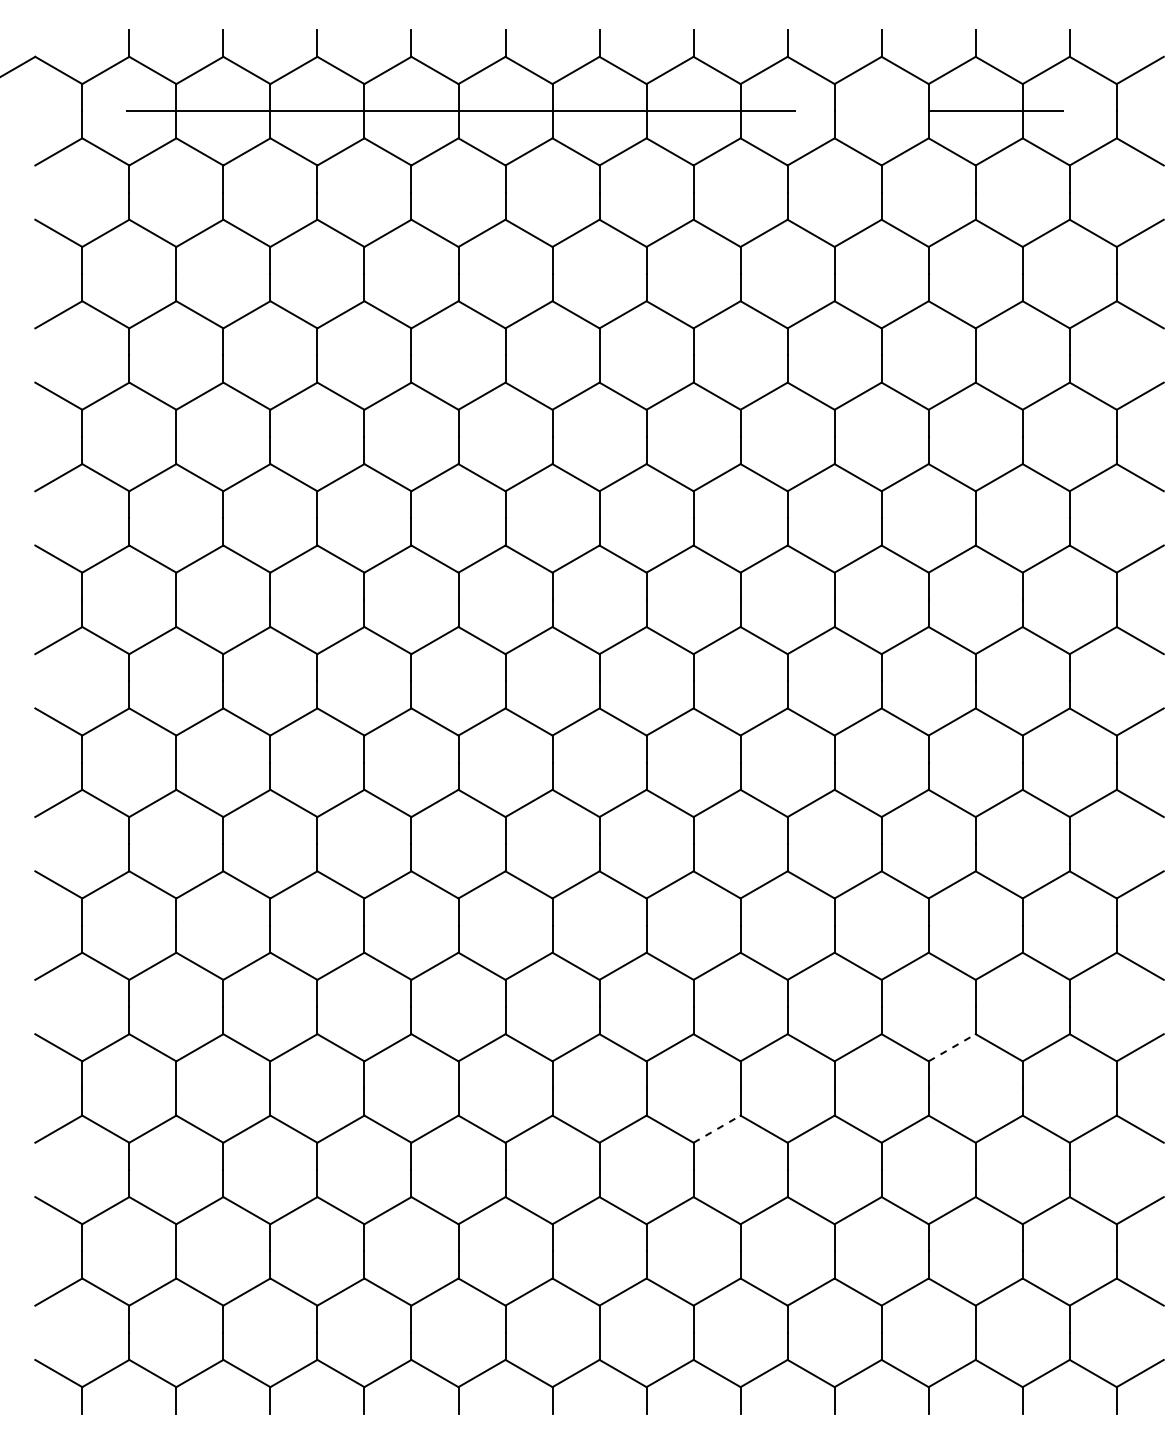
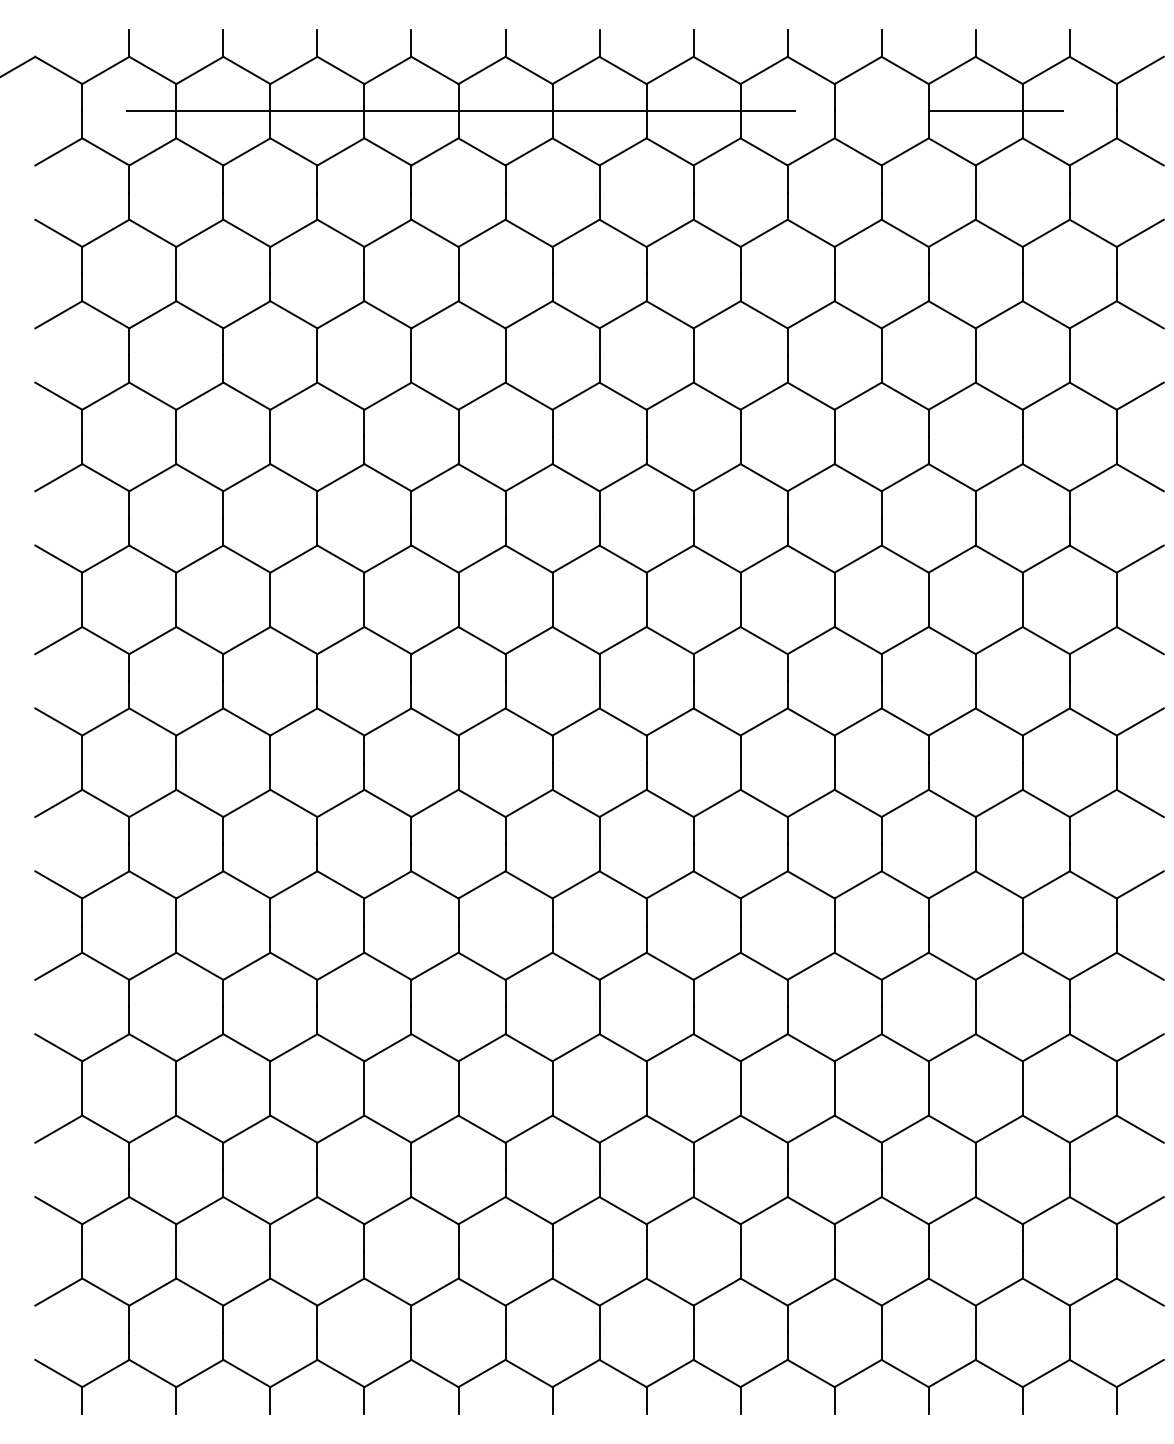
line at (952, 1047): dashed -> solid
line at (717, 1128): dashed -> solid
